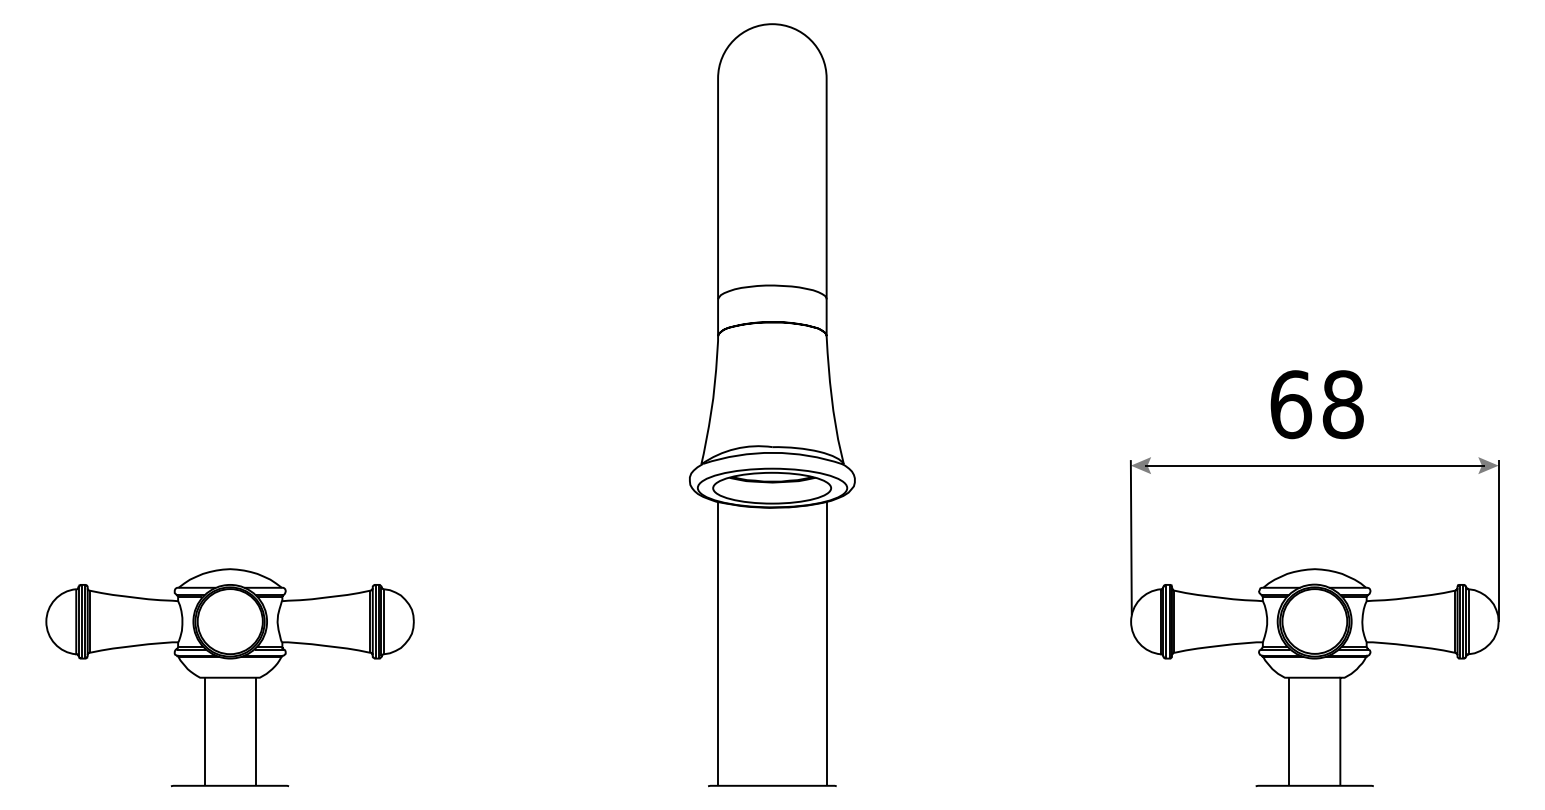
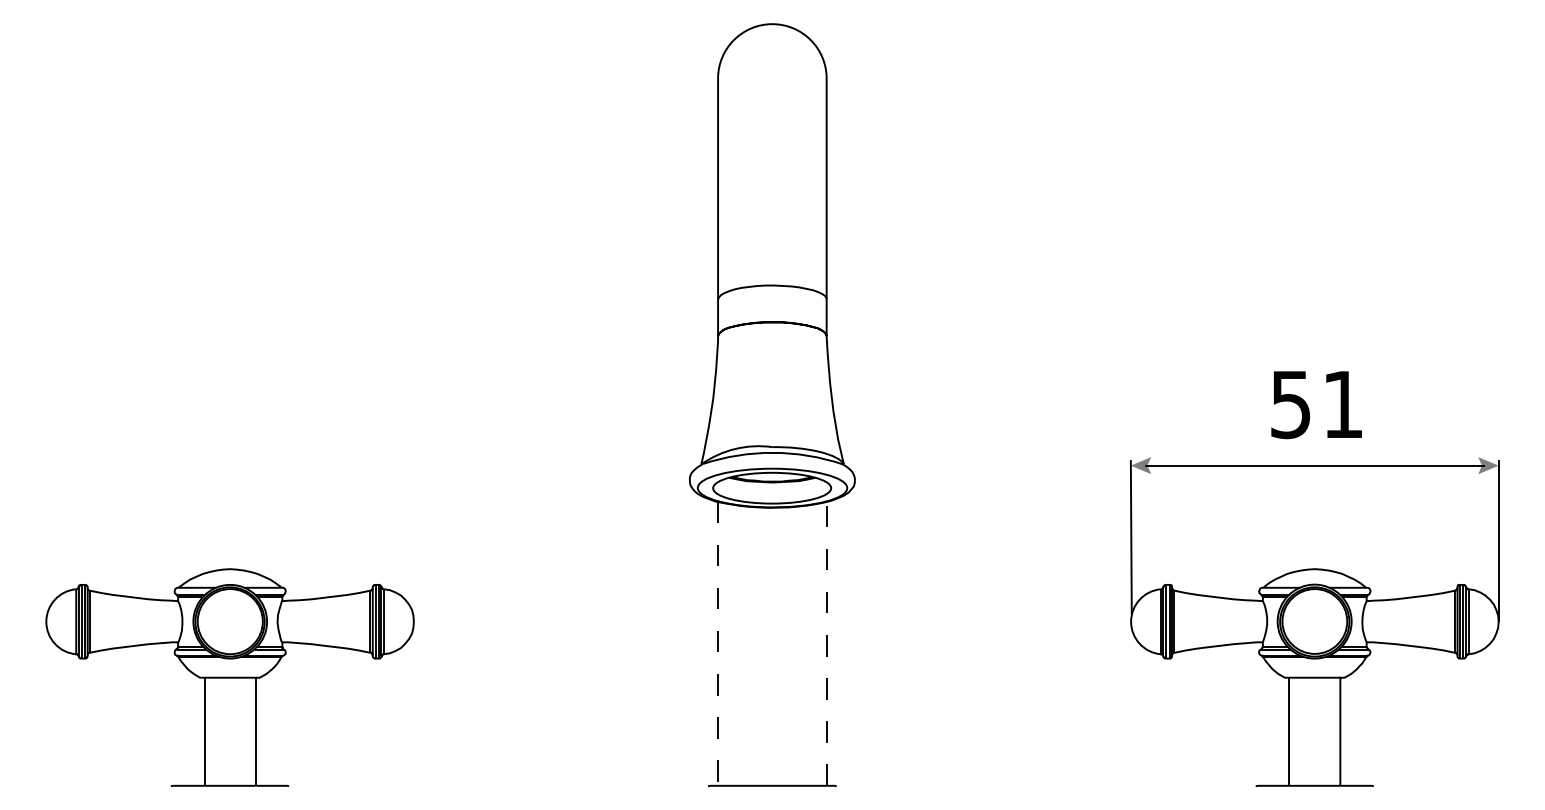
text at (1316, 404): 68 -> 51
line at (826, 643): solid -> dashed
line at (718, 644): solid -> dashed
